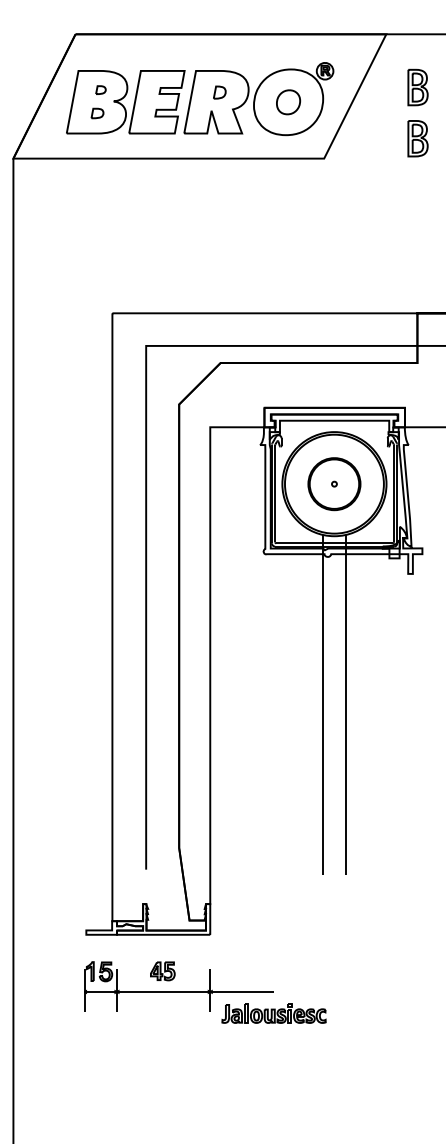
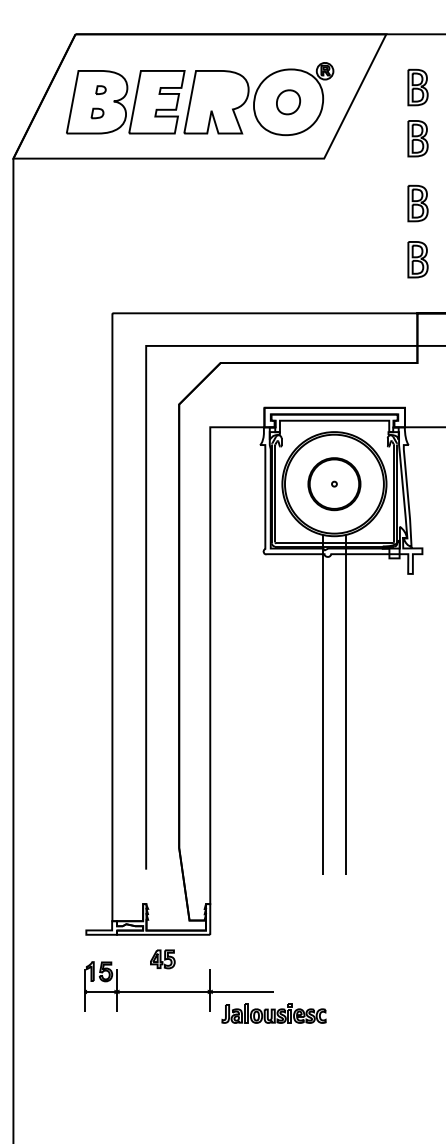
part at (219, 92): present -> none
part at (417, 203): none -> present
part at (417, 259): none -> present
part at (162, 971) position: (162, 971) -> (162, 959)
